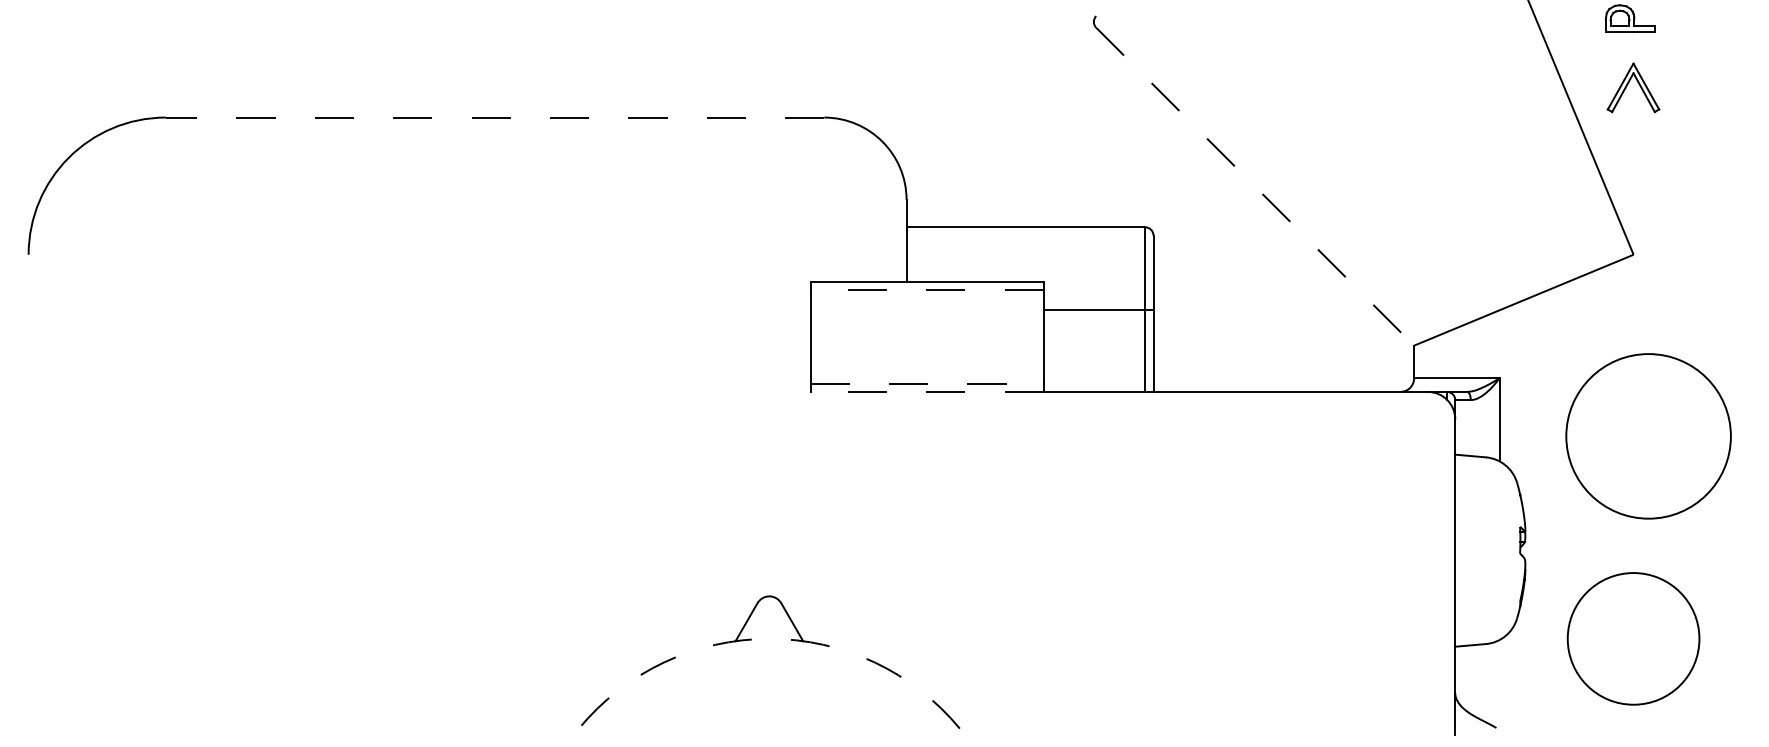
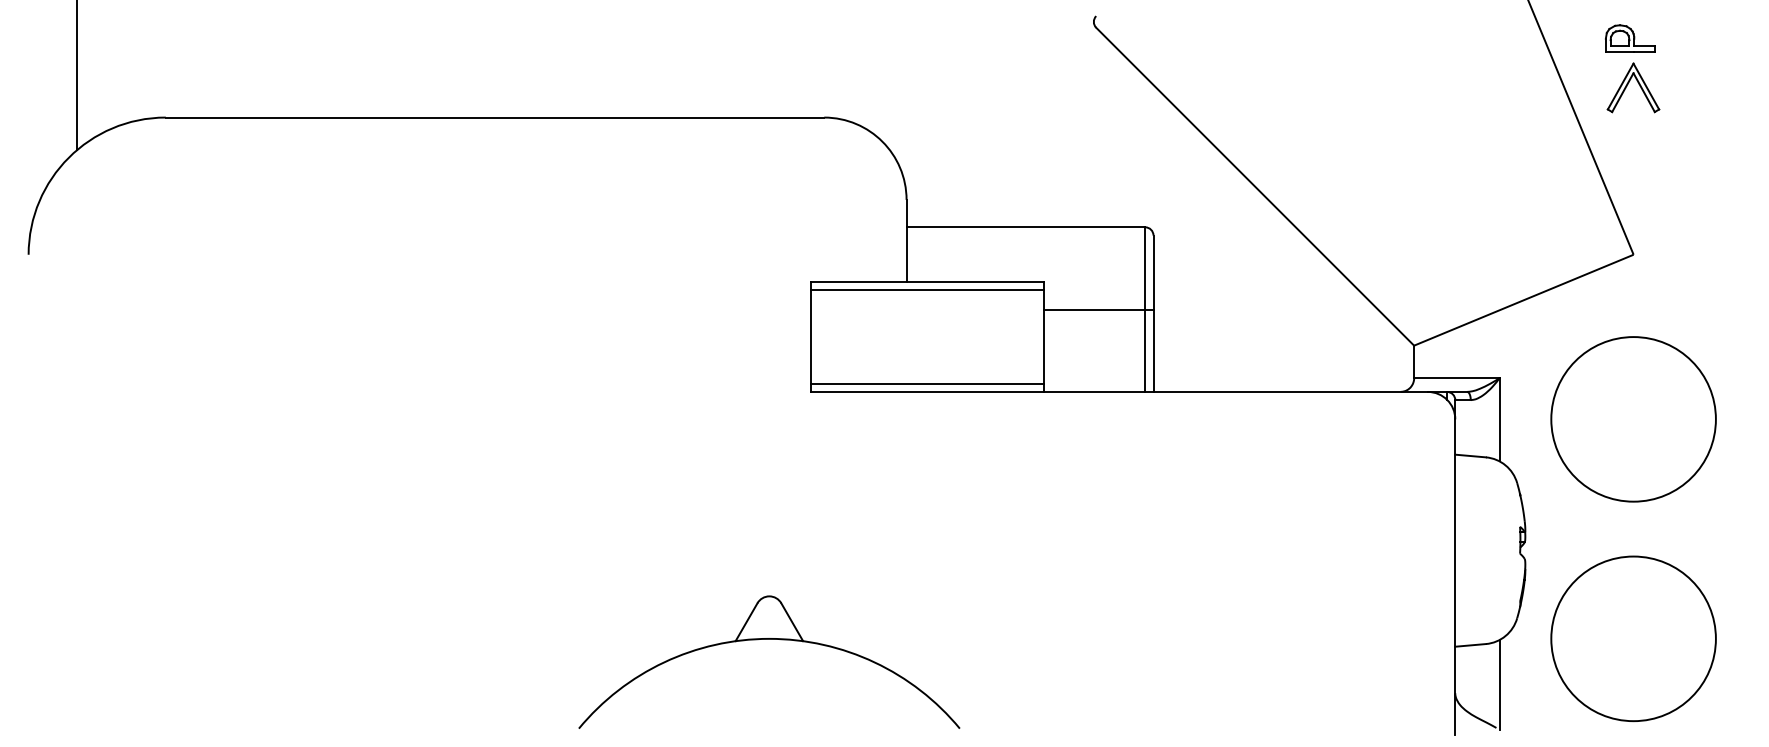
part at (1630, 18) position: (1630, 18) -> (1630, 38)
line at (77, 75): none -> present
line at (494, 117): dashed -> solid
line at (1255, 186): dashed -> solid
line at (927, 290): dashed -> solid
line at (927, 383): dashed -> solid
line at (927, 391): dashed -> solid
circle at (1648, 436) position: (1648, 436) -> (1633, 419)
arc at (769, 638): dashed -> solid
circle at (1633, 638) size: 135x134 px -> 167x168 px
line at (1499, 685): none -> present
